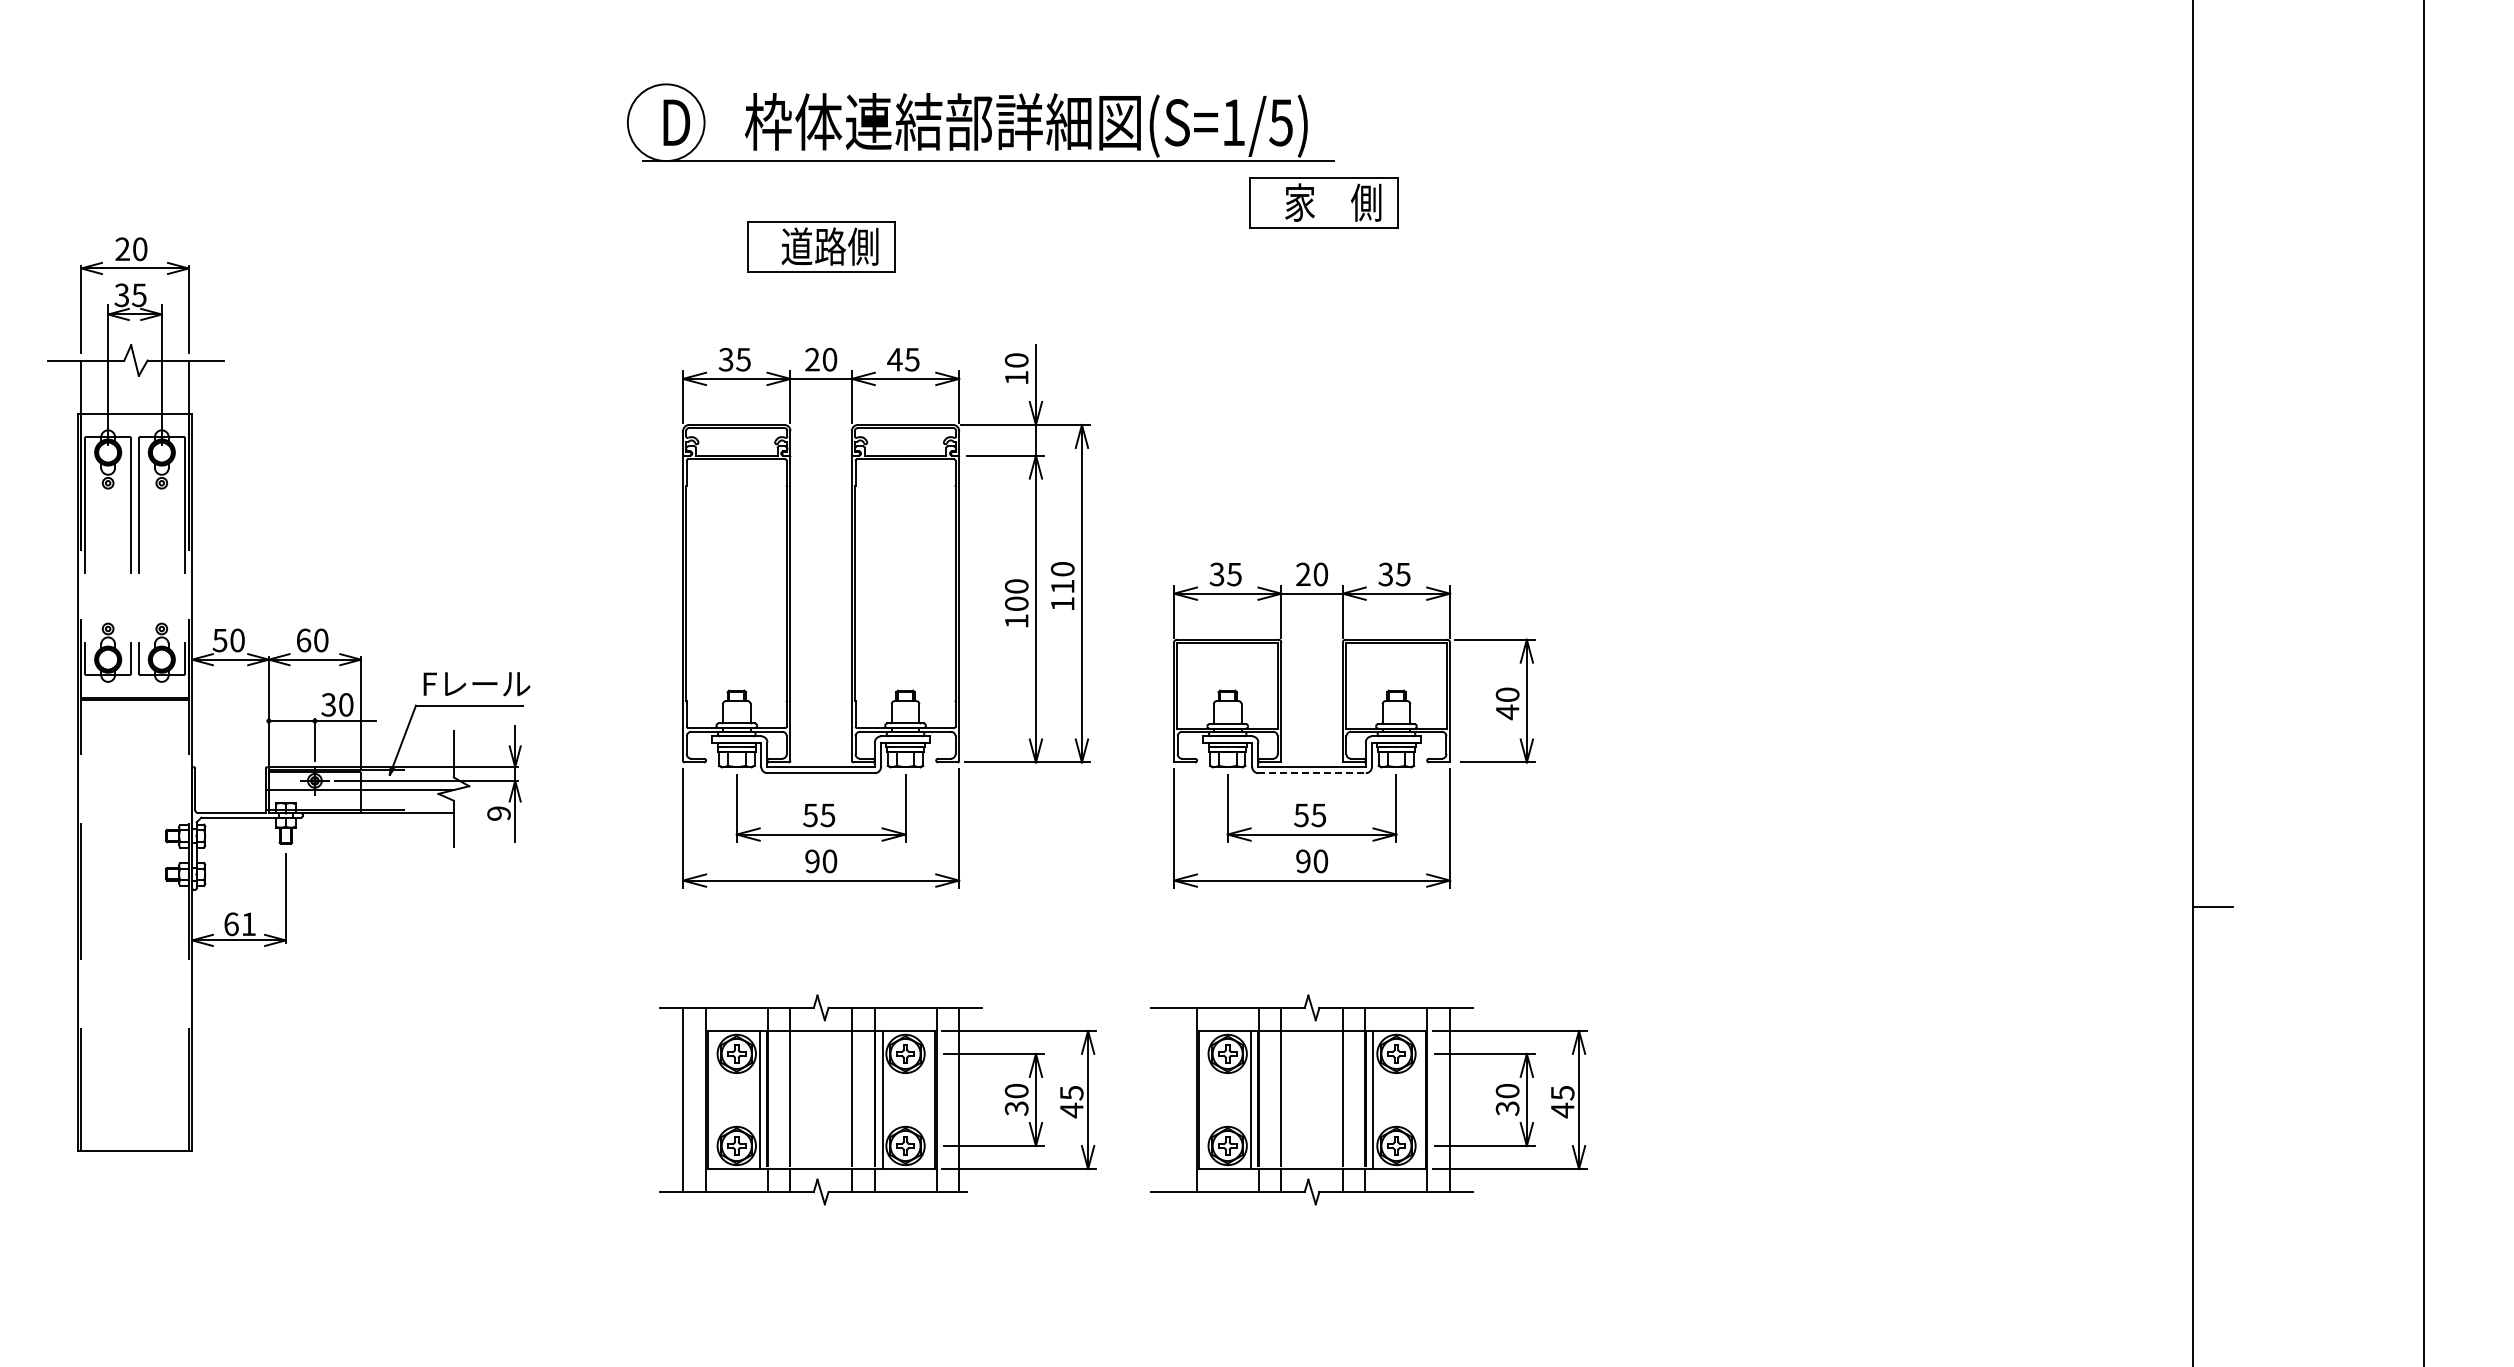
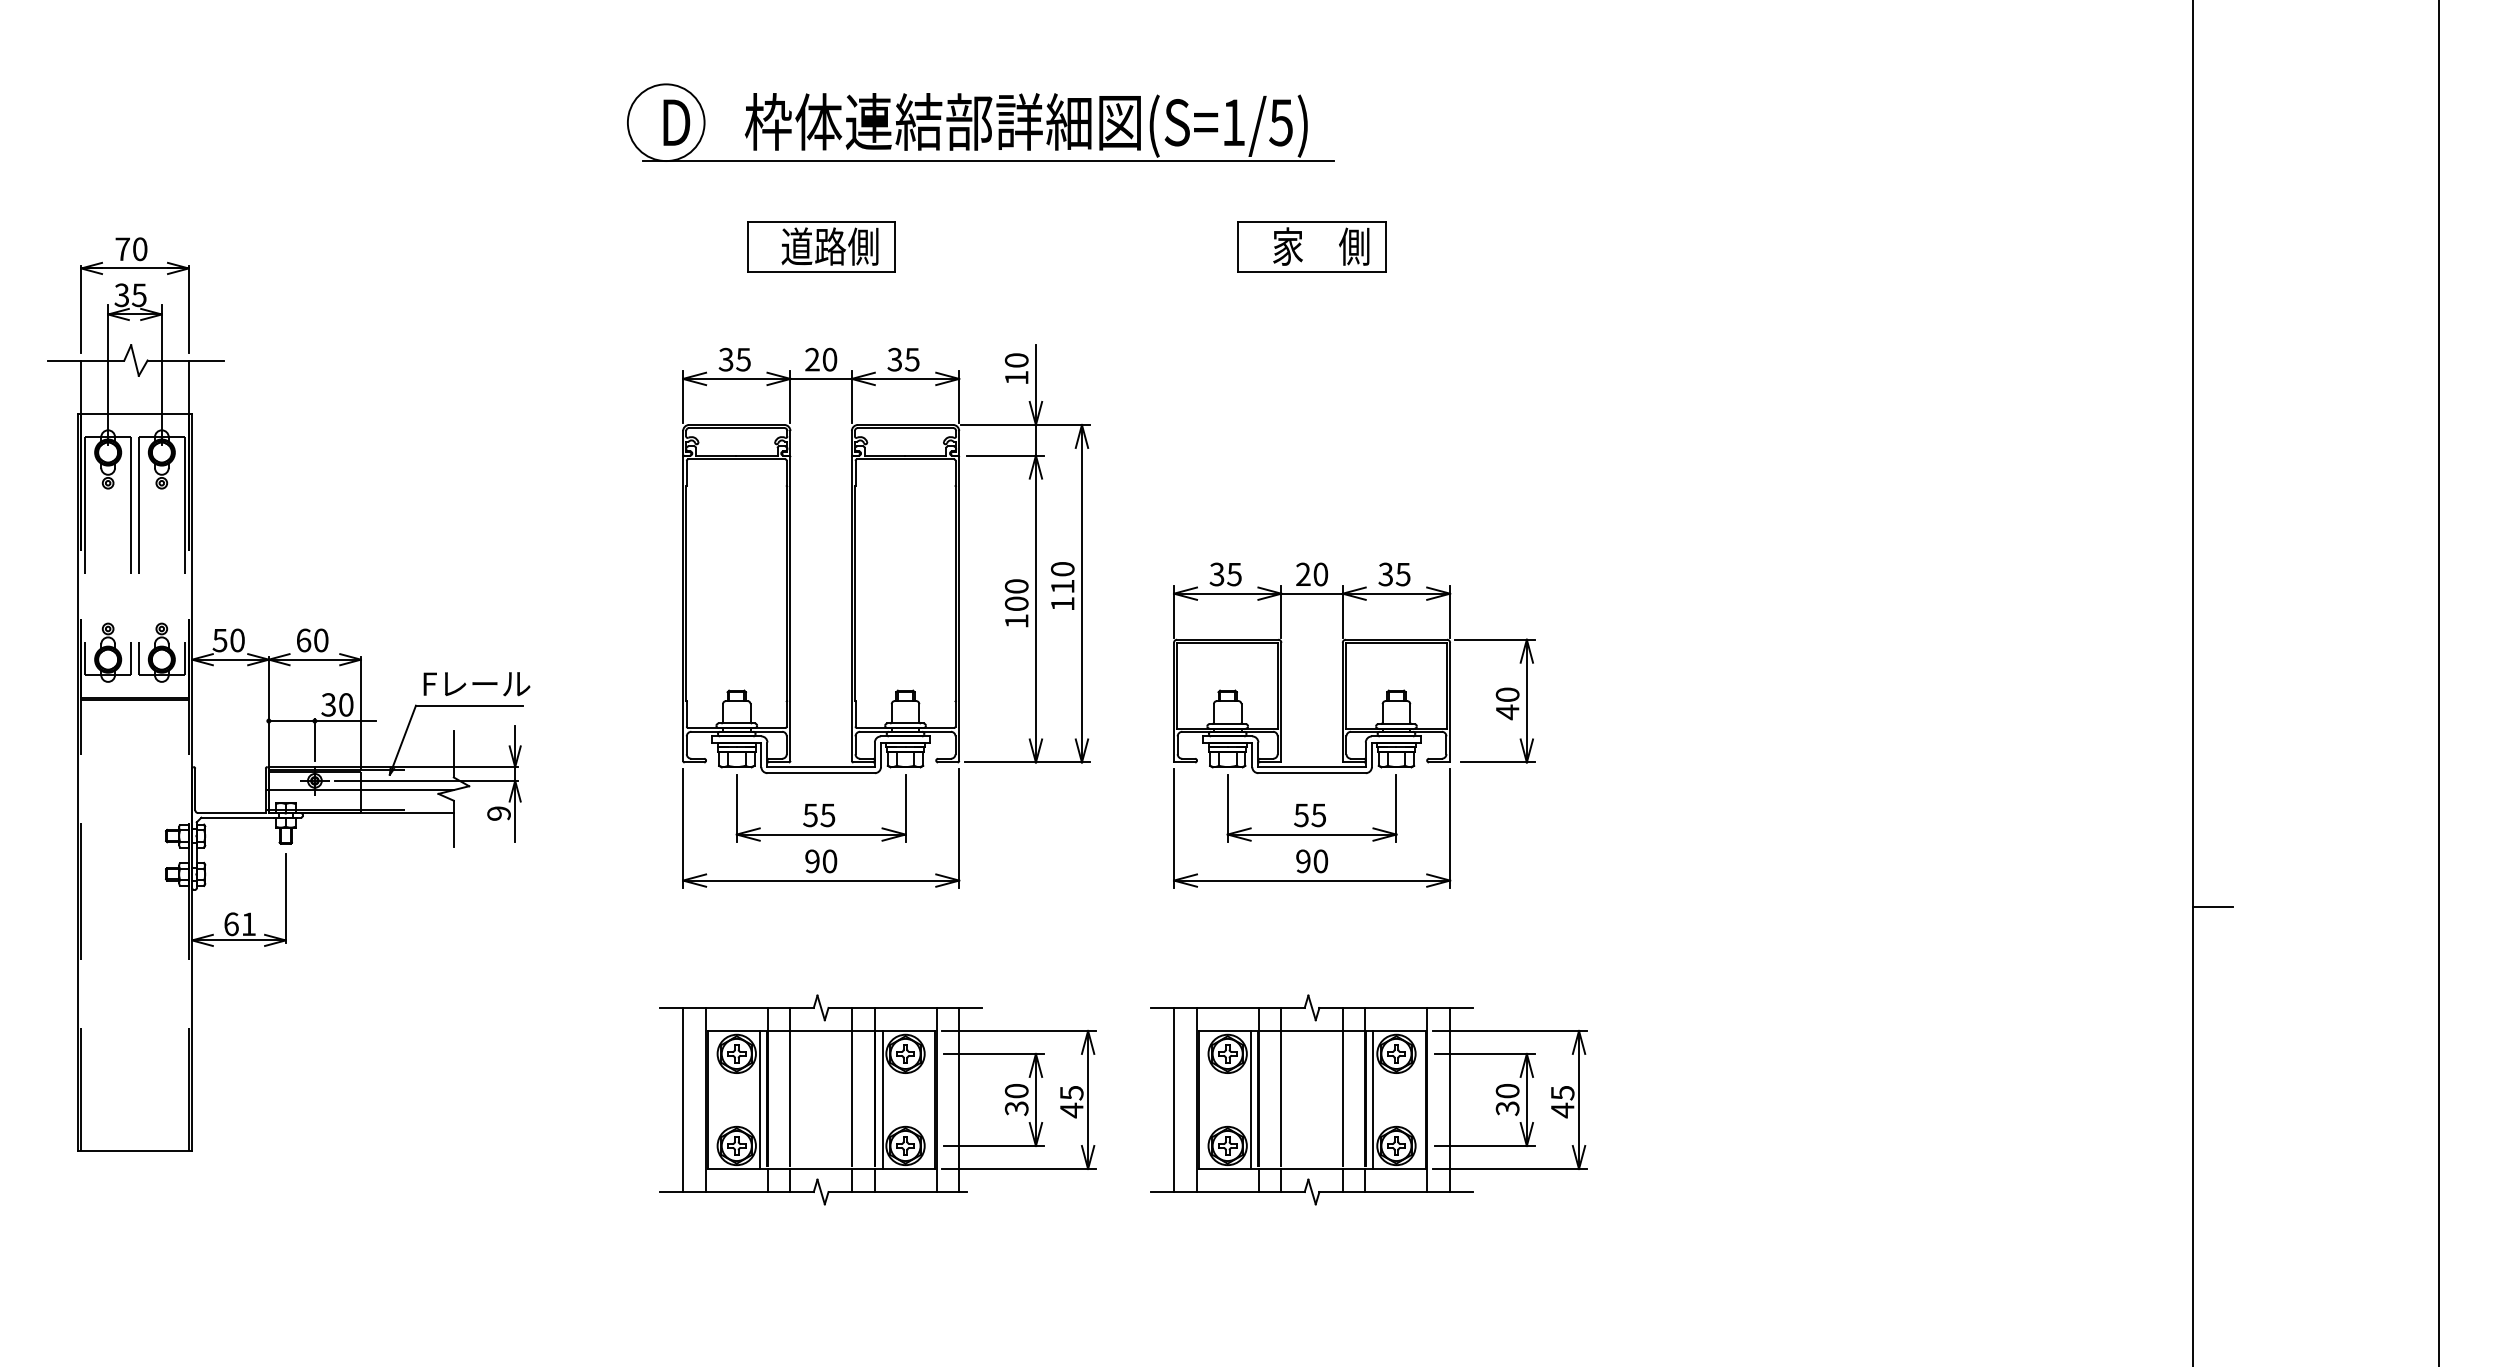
part at (1323, 202) position: (1323, 202) -> (1311, 246)
text at (122, 248): 20 -> 70
text at (894, 359): 45 -> 35
line at (2423, 682) position: (2423, 682) -> (2438, 682)
line at (1312, 773): dashed -> solid
line at (1174, 1099): none -> present
